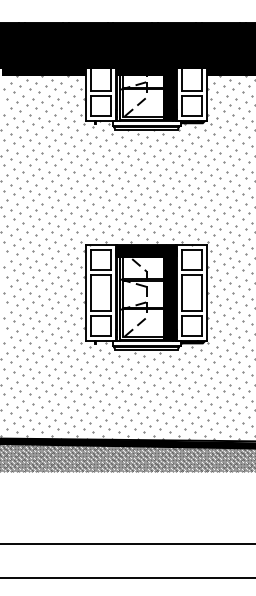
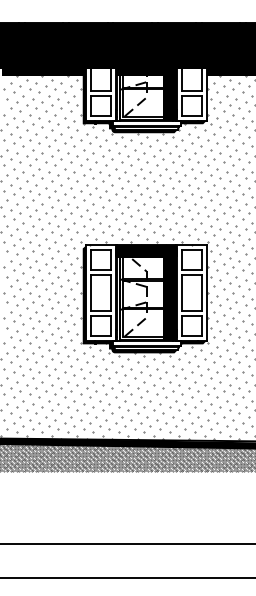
fill at (130, 104): none -> present
fill at (130, 299): none -> present
